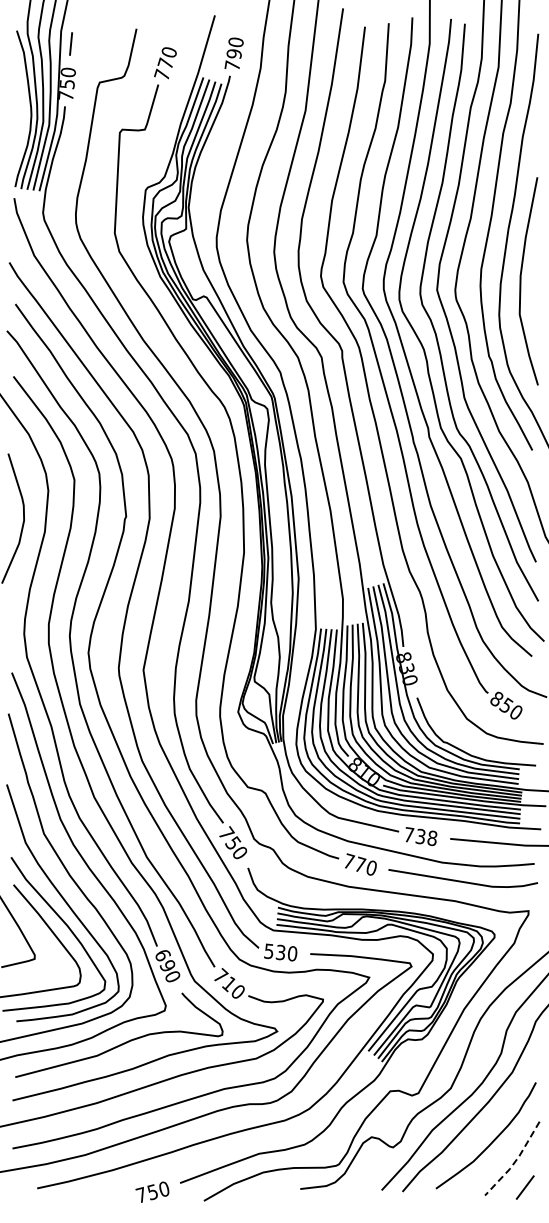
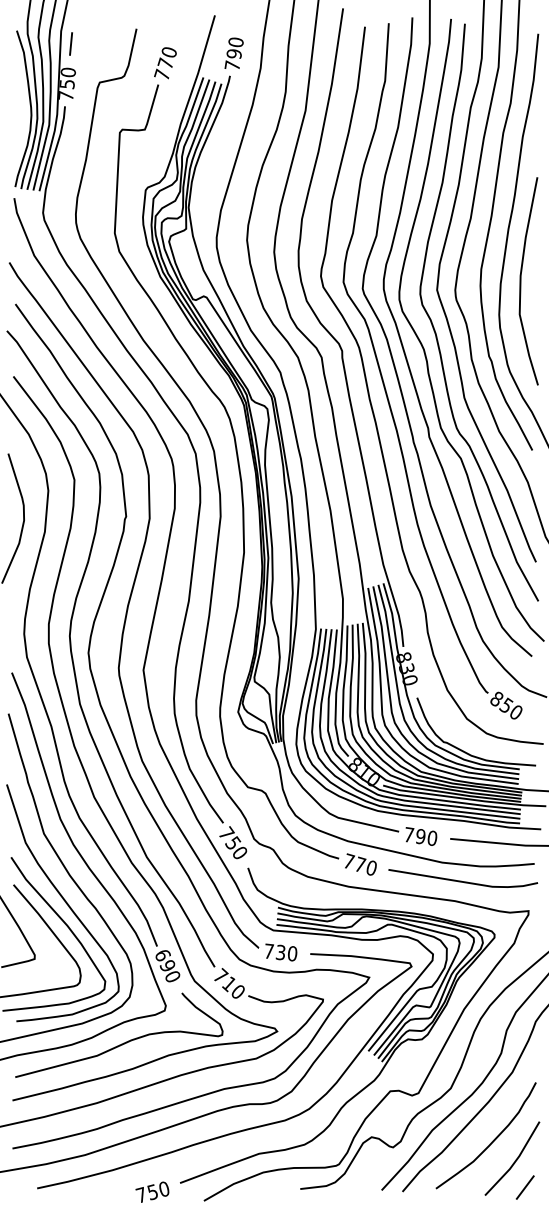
text at (426, 836): 738 -> 790
text at (269, 951): 530 -> 730
line at (515, 1161): dashed -> solid
